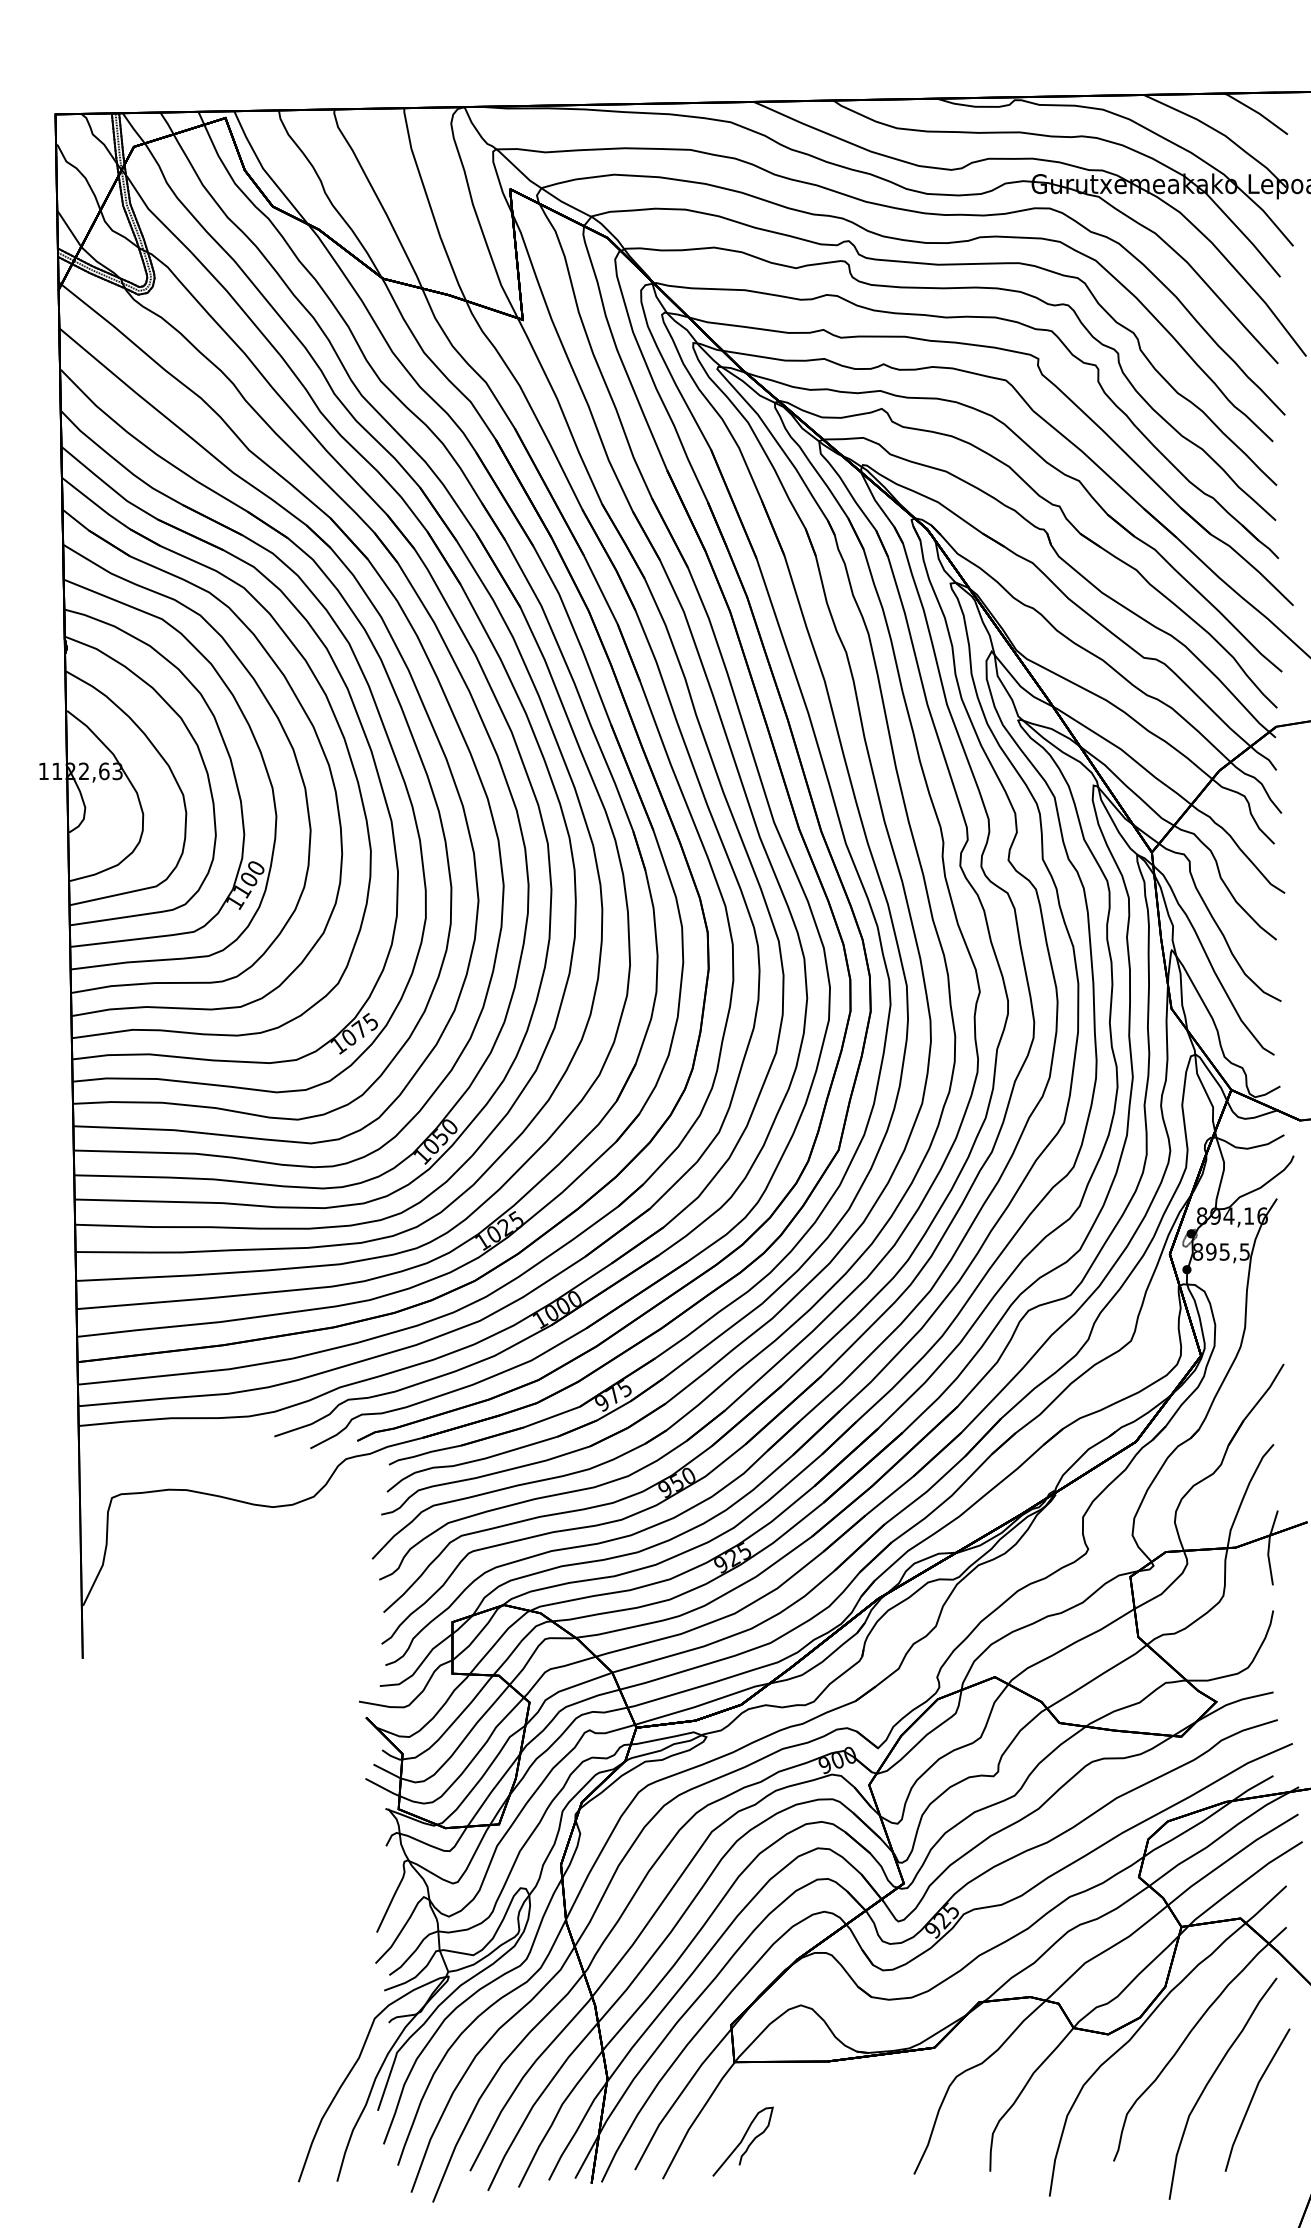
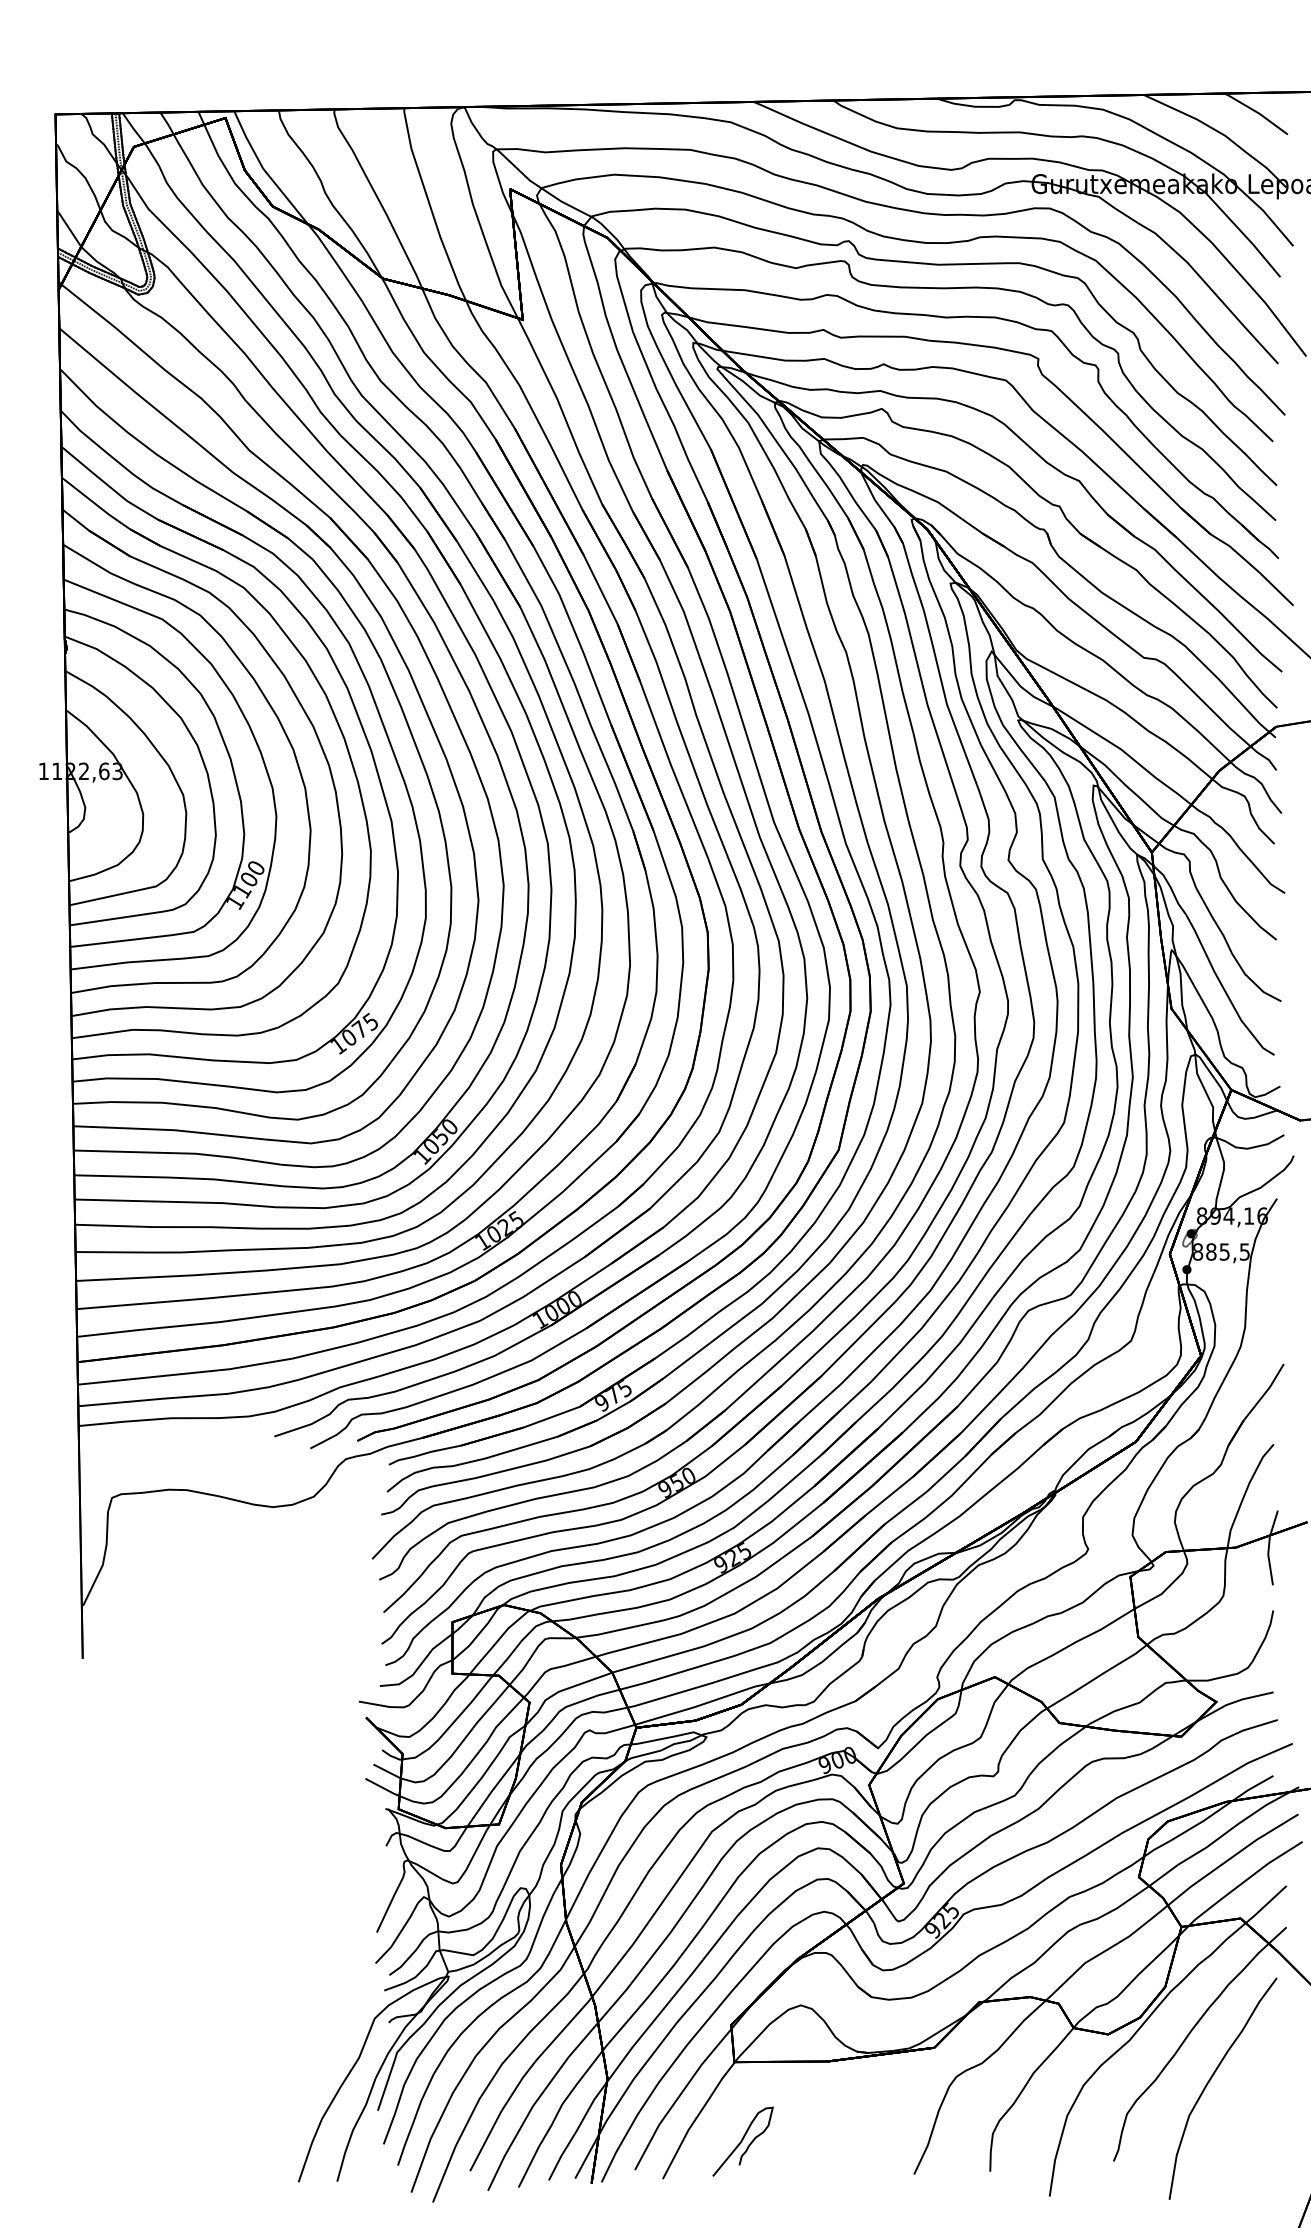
text at (1211, 1251): 895,5 -> 885,5
part at (1257, 2099): present -> none
